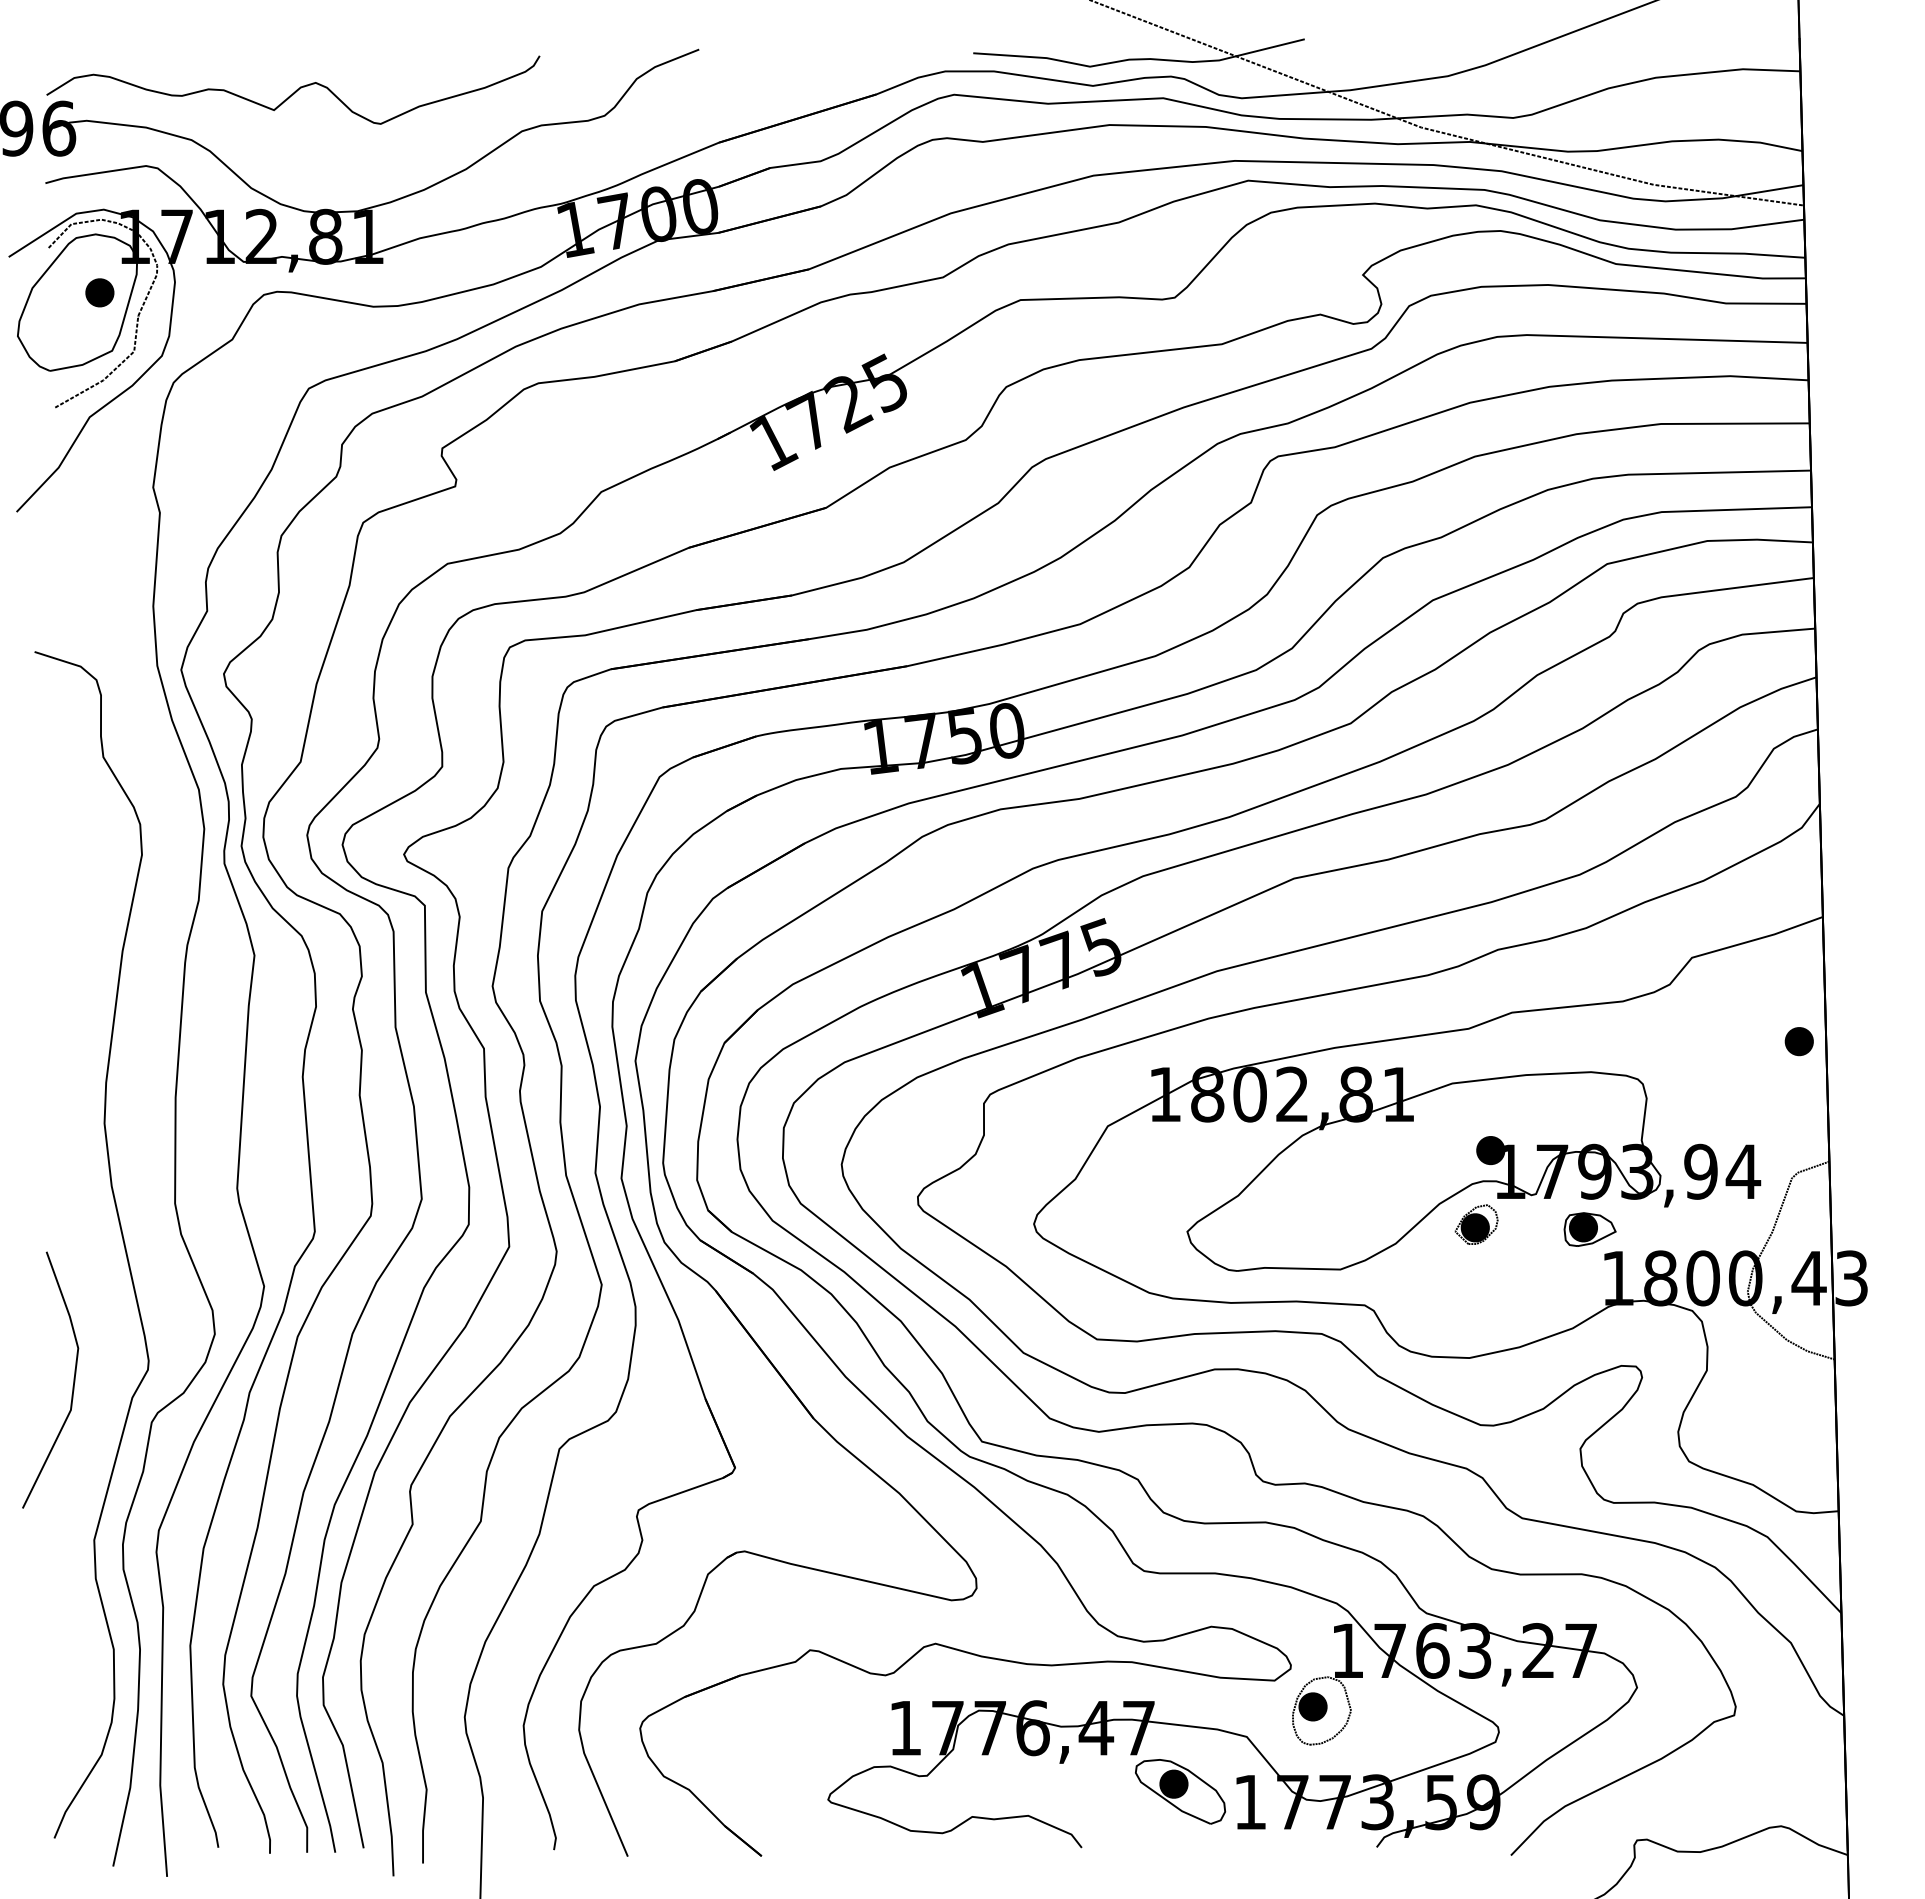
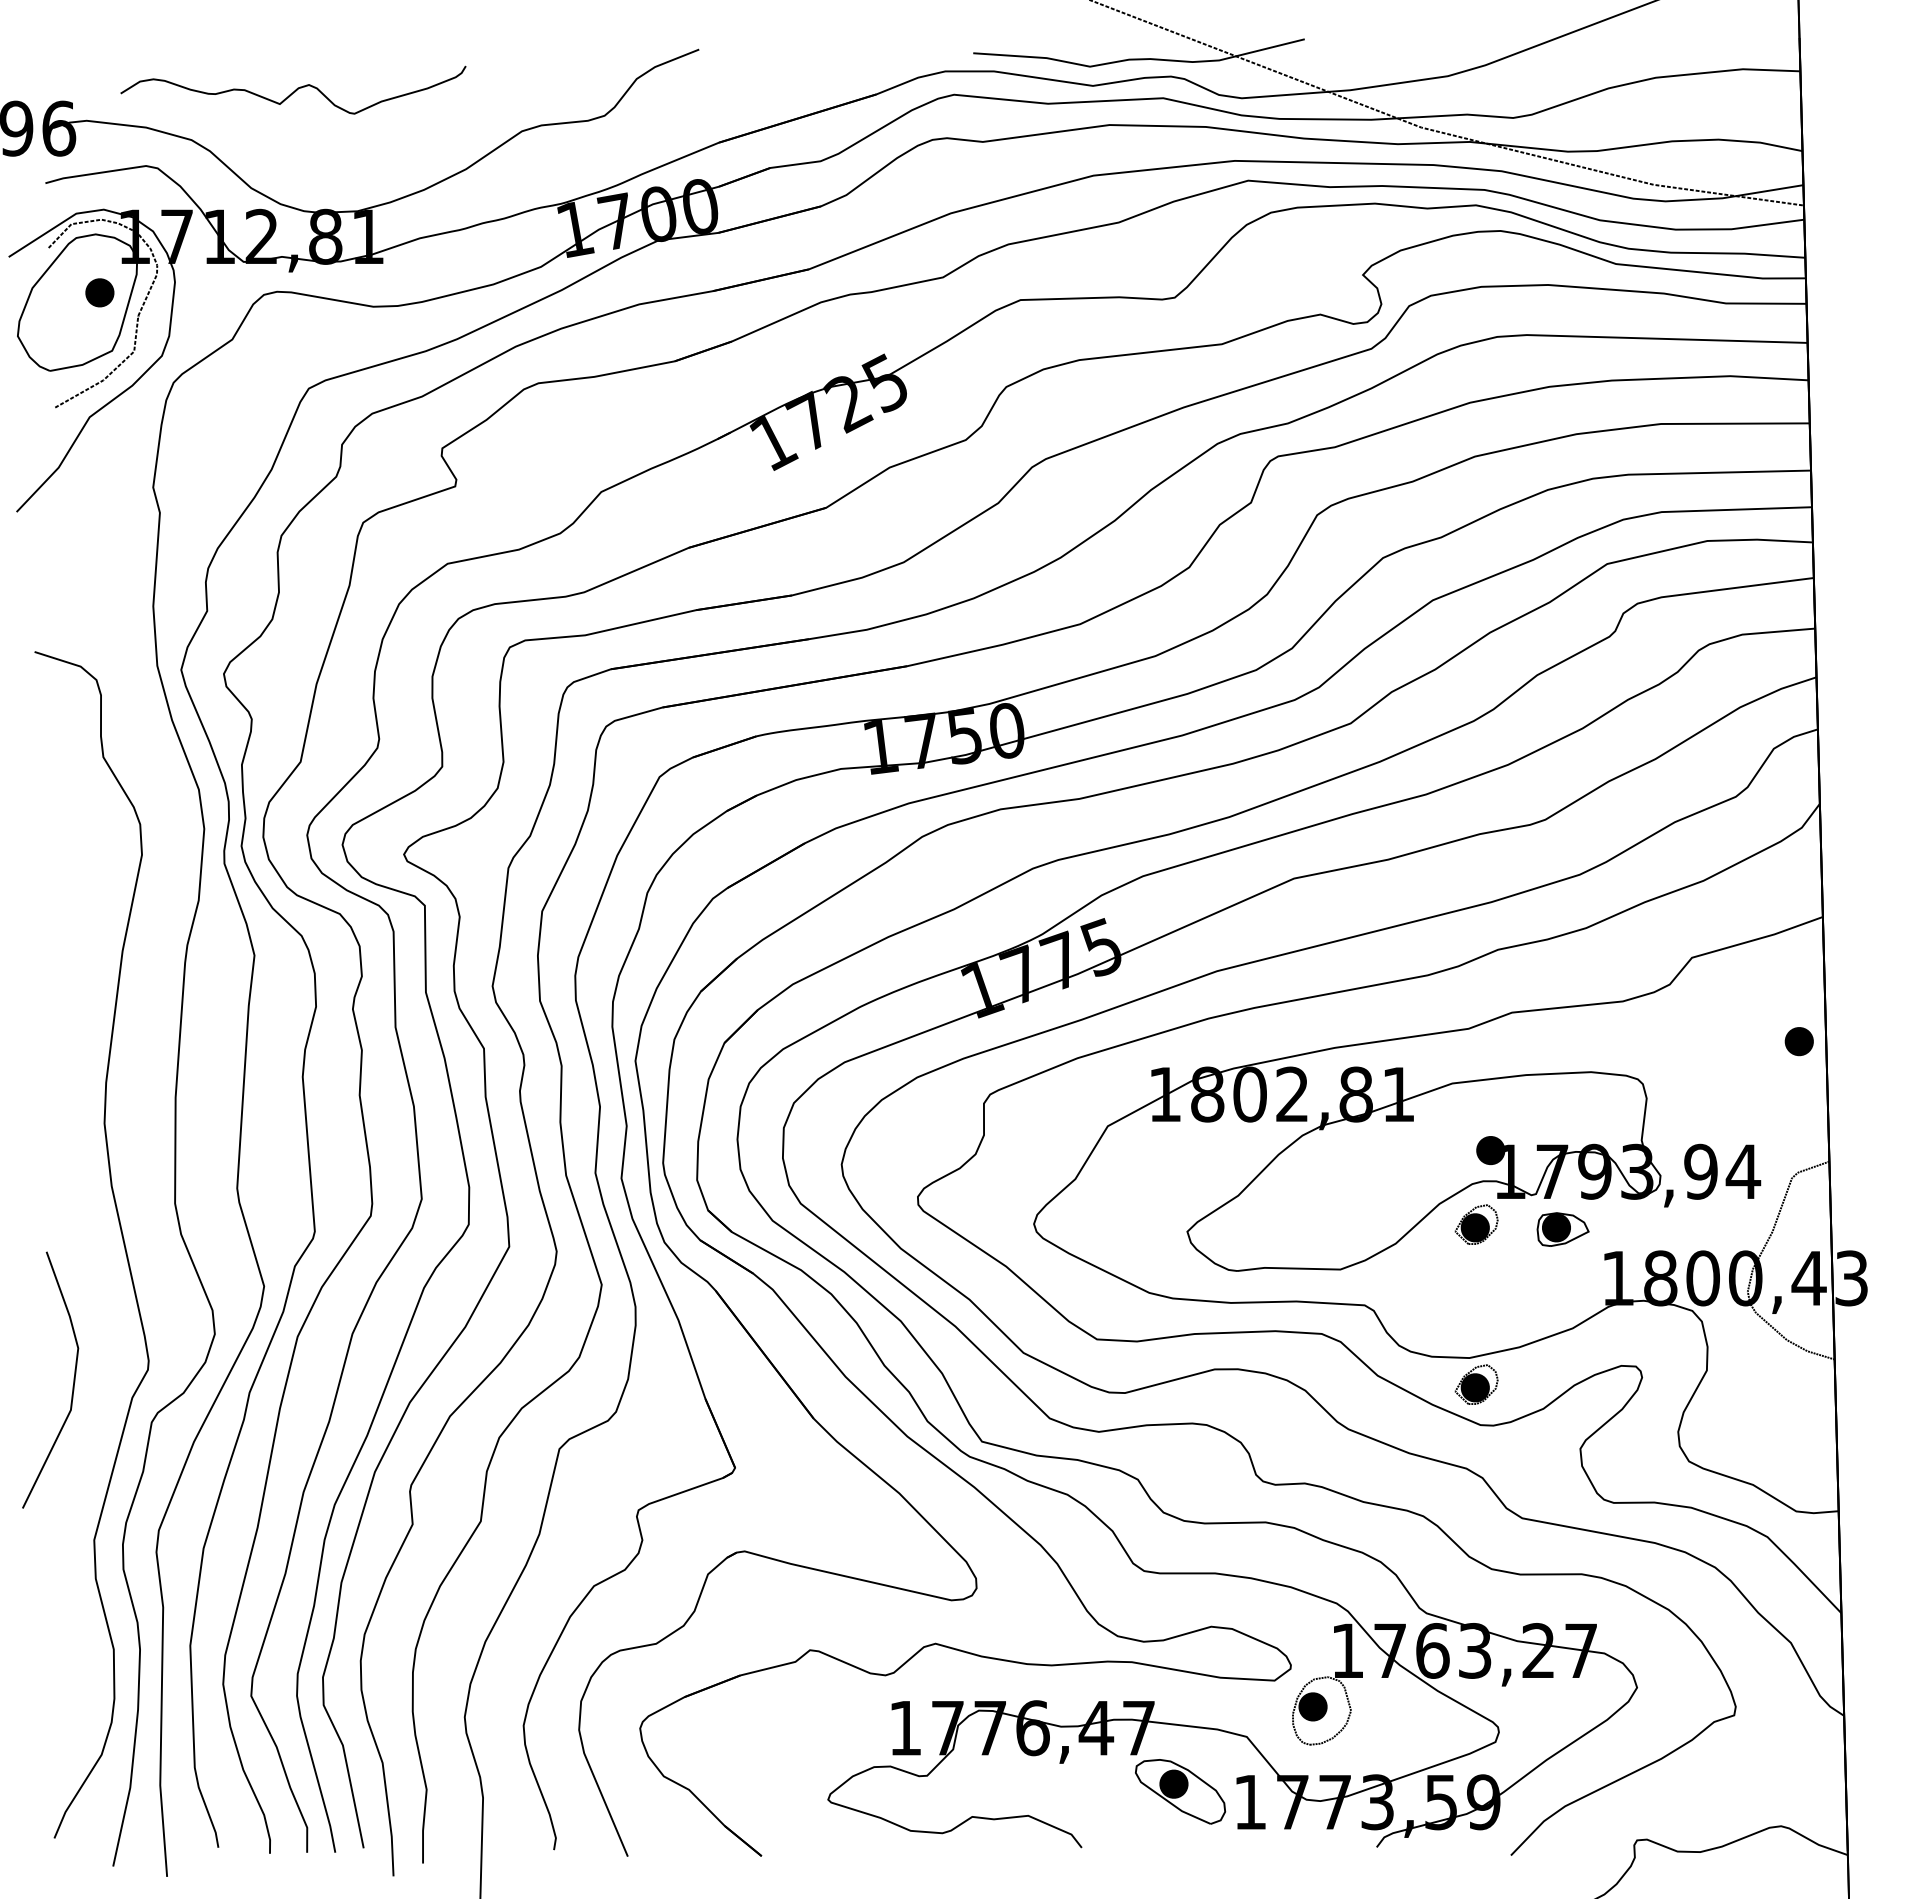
part at (293, 89) size: 495x70 px -> 347x50 px
part at (1589, 1229) position: (1589, 1229) -> (1562, 1229)
part at (1476, 1384): none -> present
